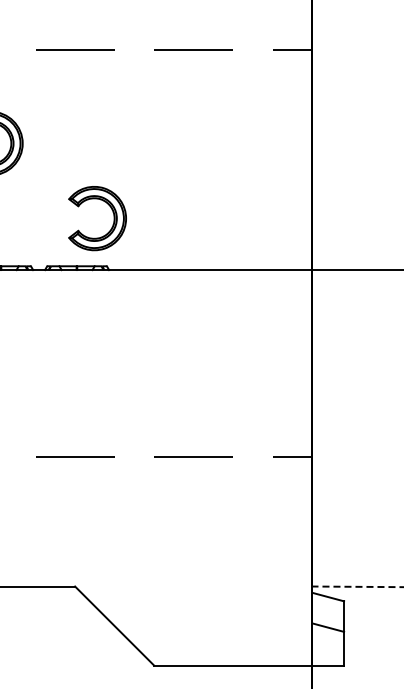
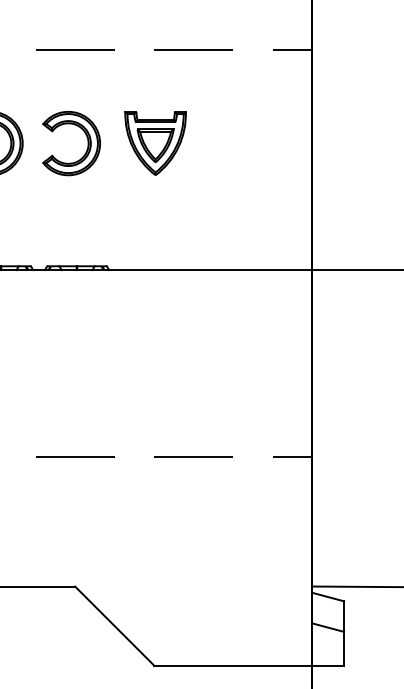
part at (155, 143): none -> present
part at (113, 218) position: (113, 218) -> (87, 143)
line at (357, 586): dashed -> solid
